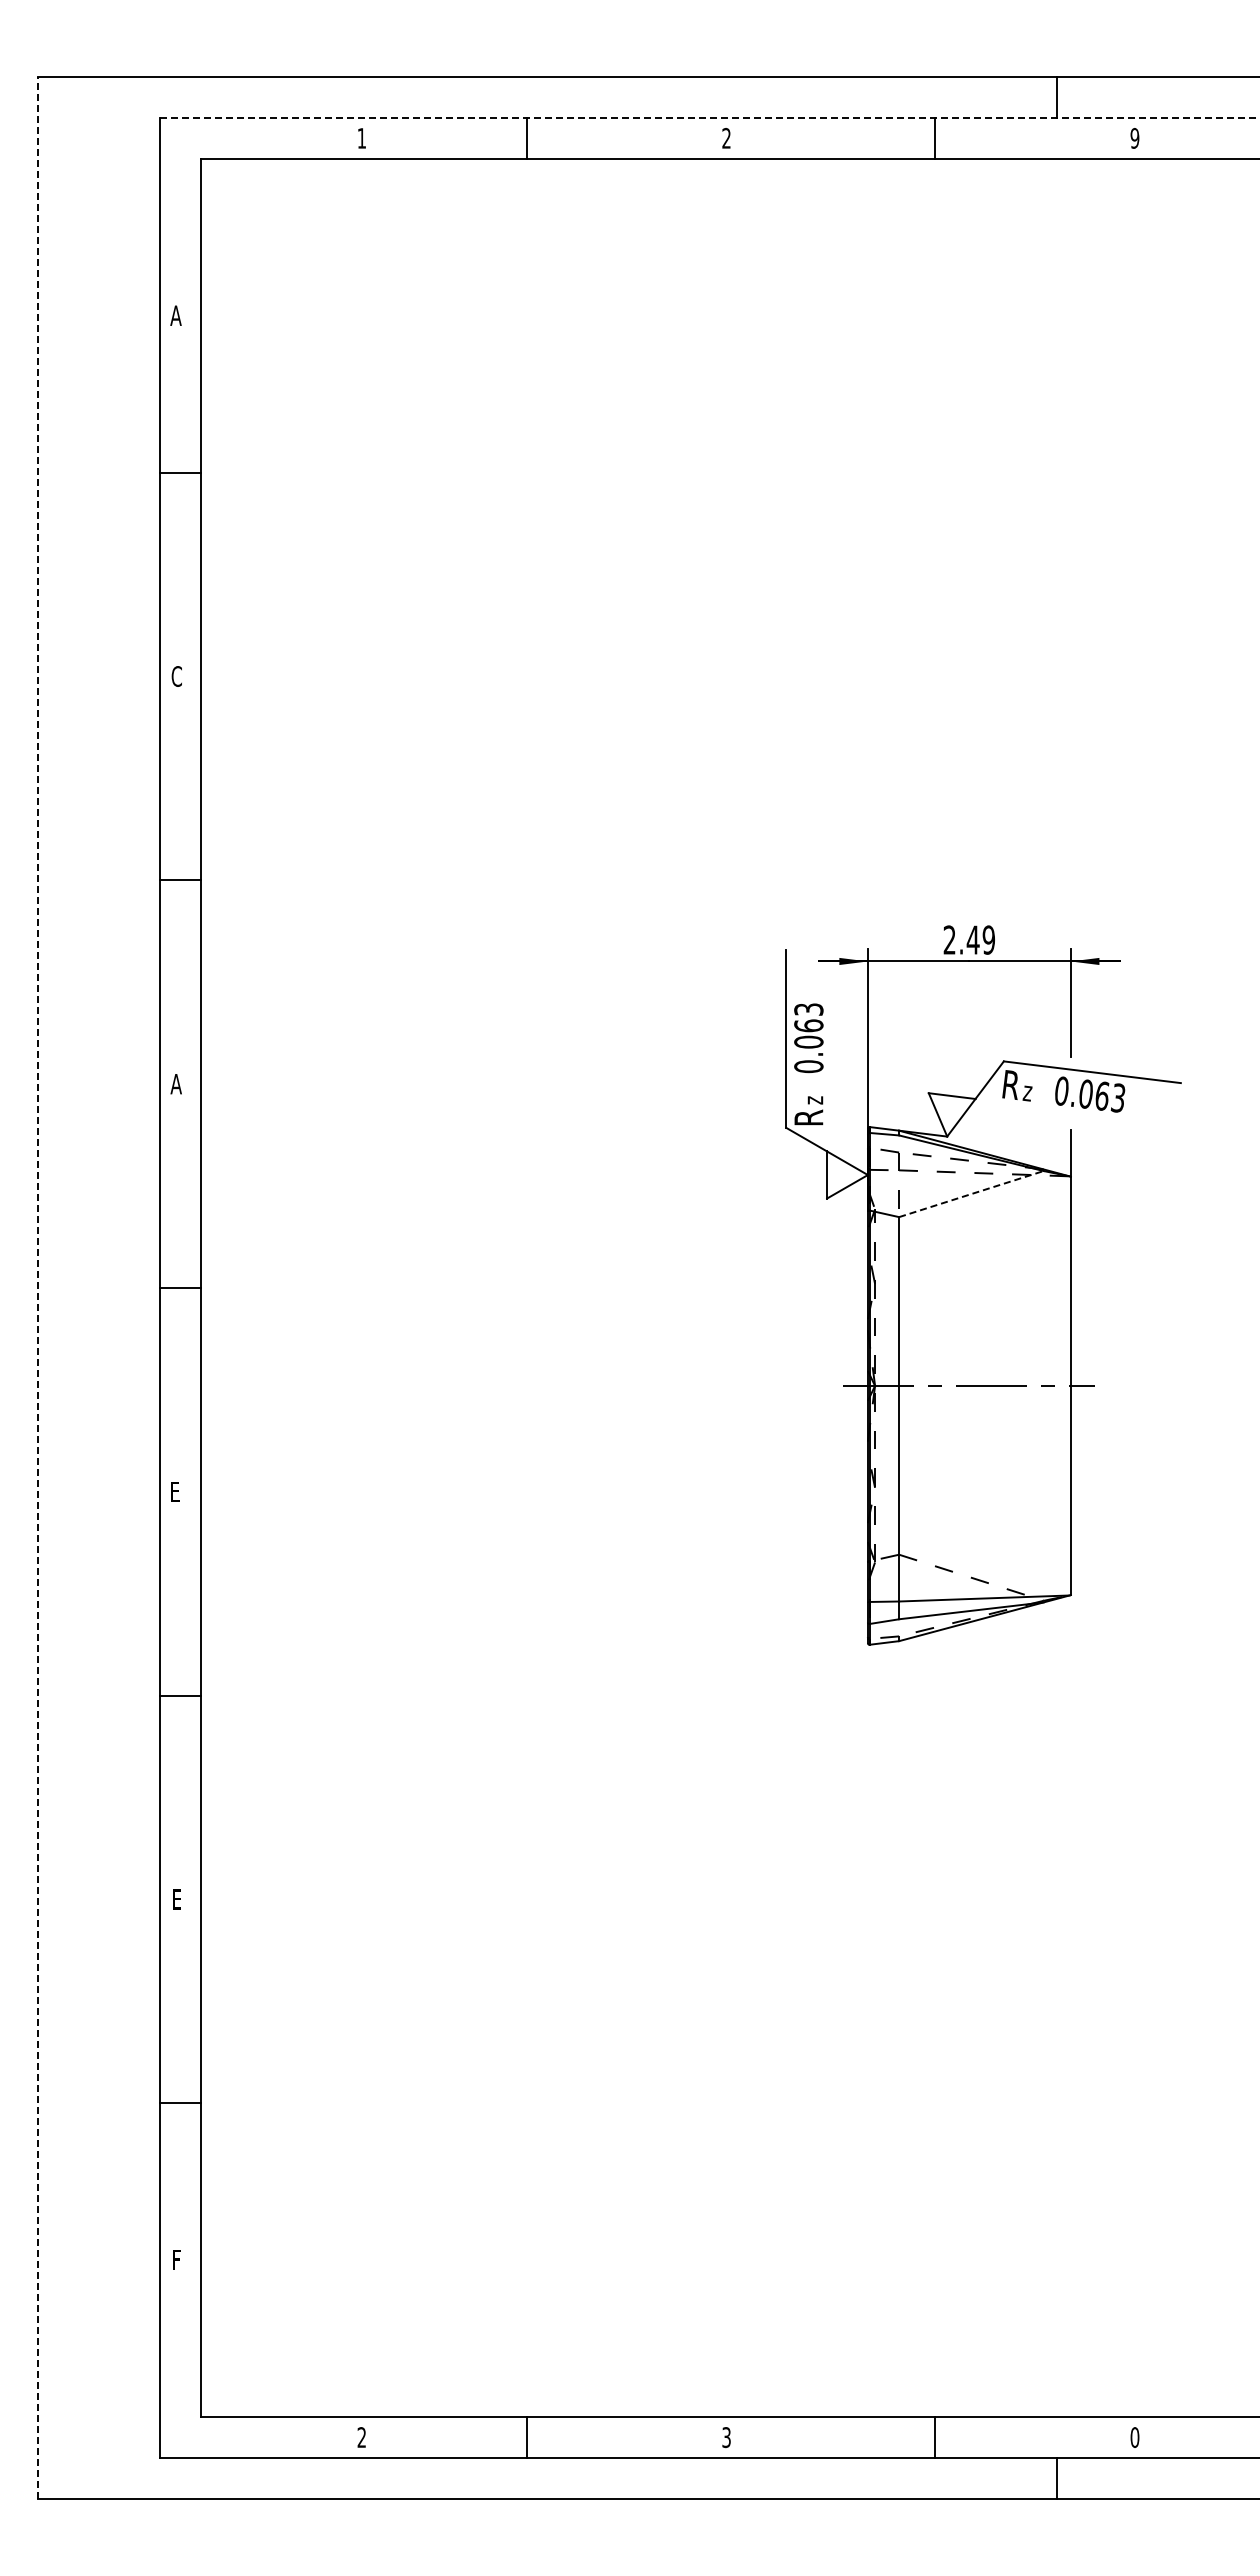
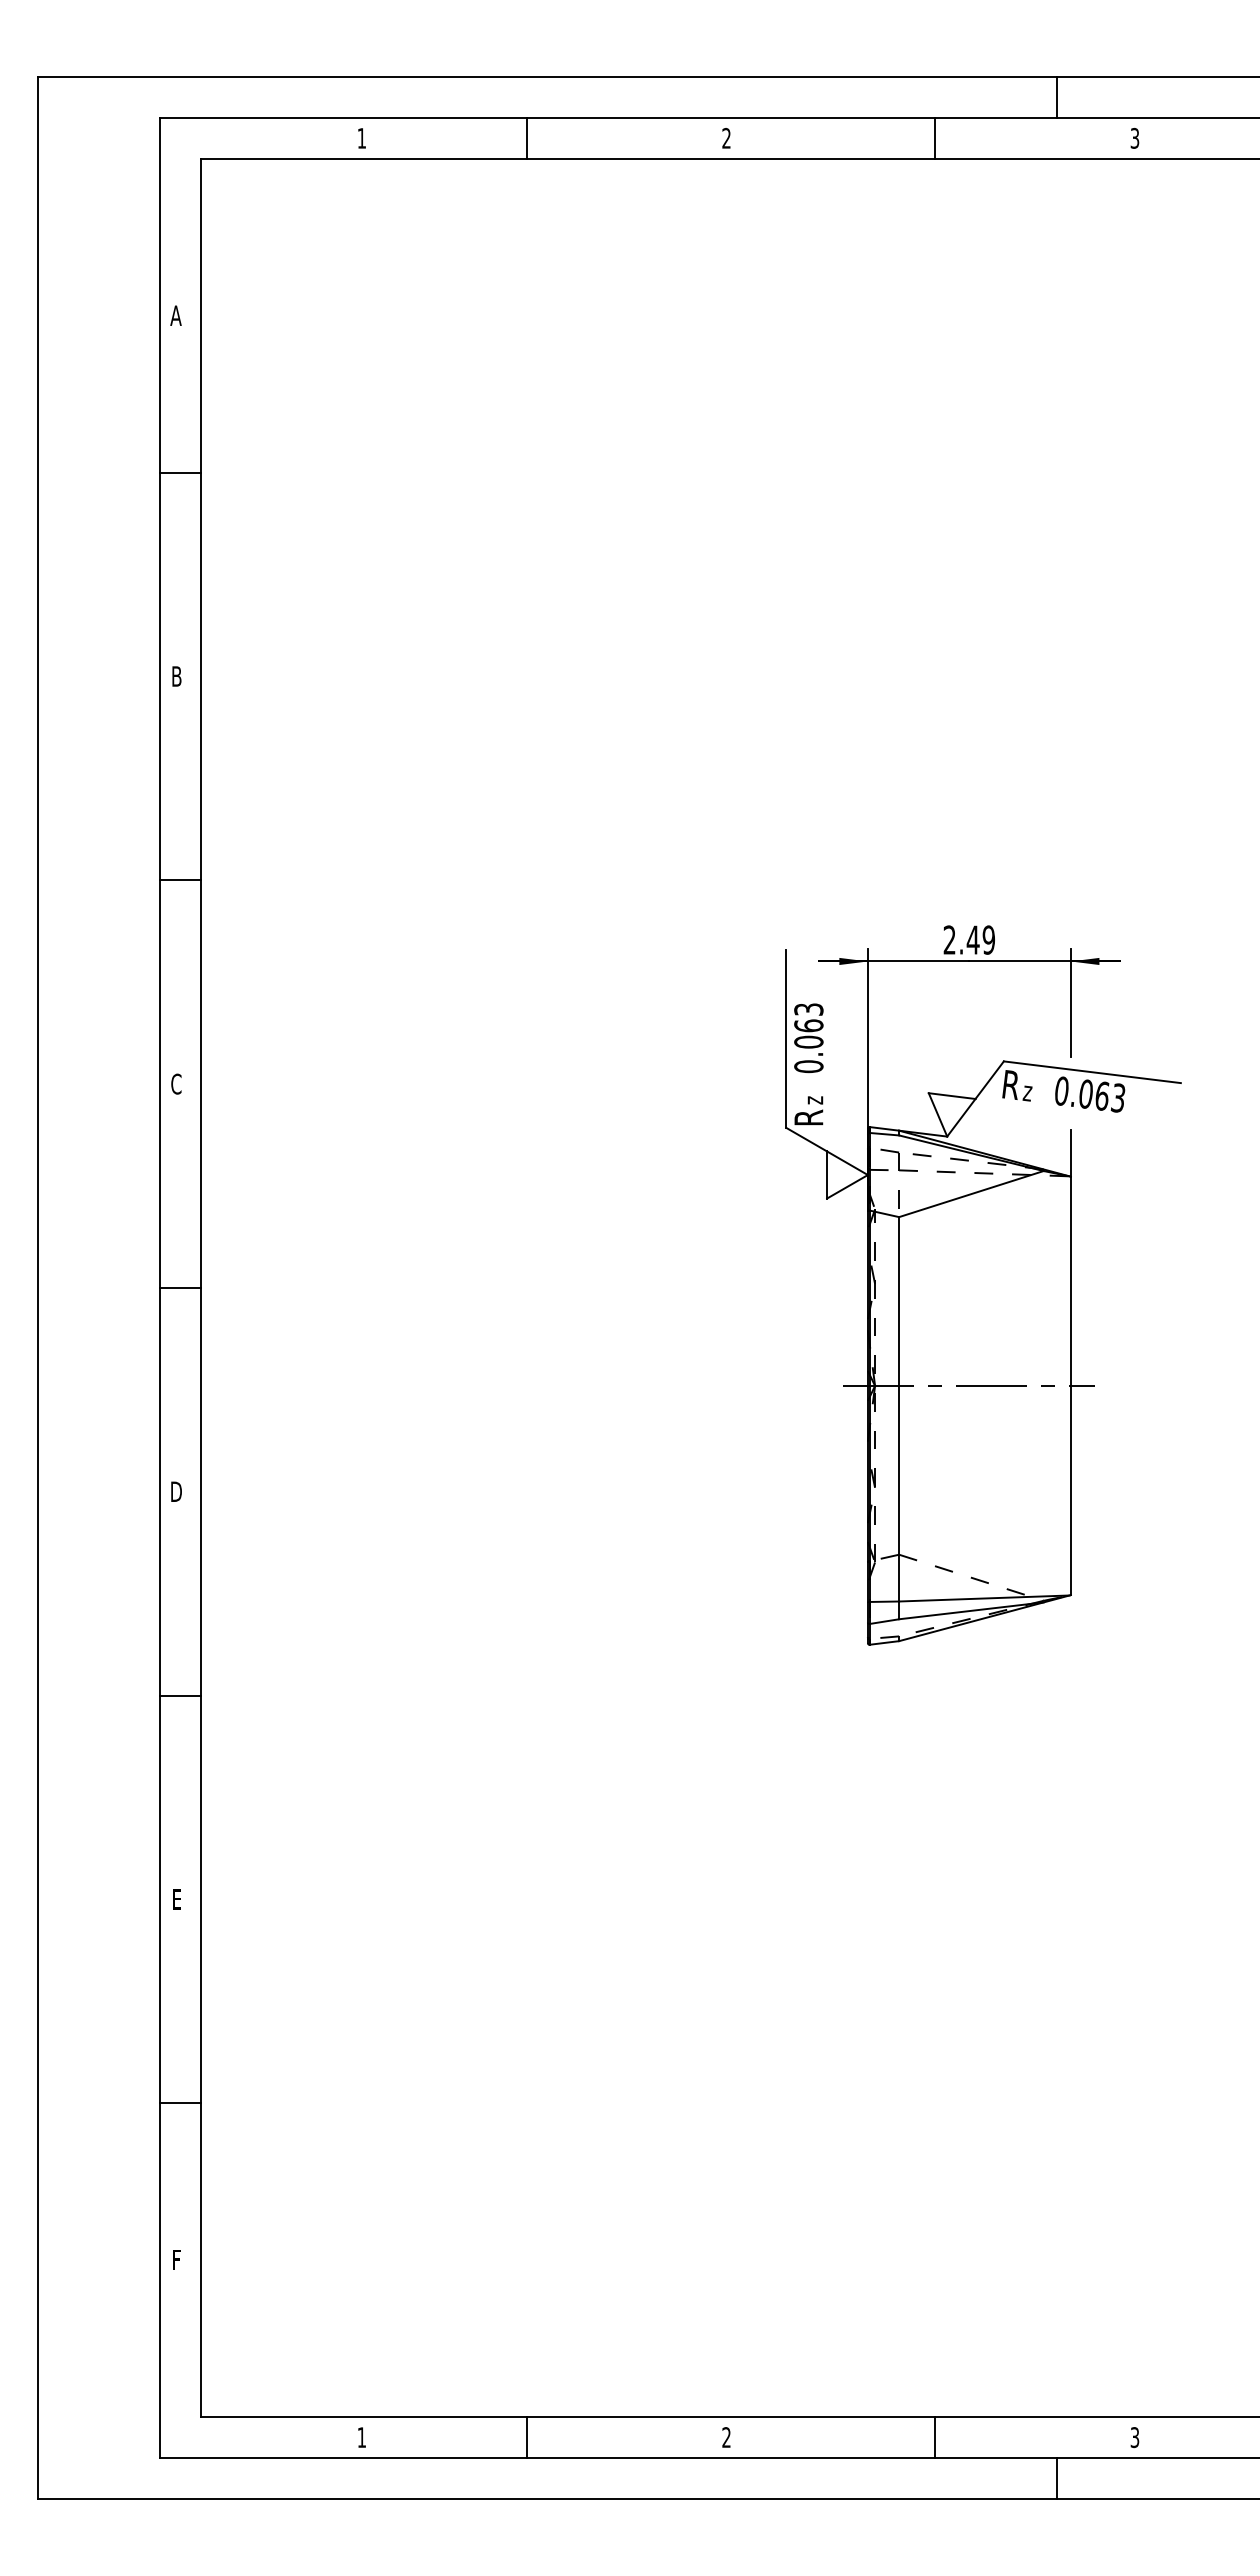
line at (710, 118): dashed -> solid
text at (1134, 138): 9 -> 3
text at (176, 676): C -> B
text at (175, 1083): A -> C
line at (971, 1194): dashed -> solid
line at (37, 1287): dashed -> solid
text at (176, 1491): E -> D
text at (361, 2437): 2 -> 1
text at (726, 2437): 3 -> 2
text at (1134, 2437): 0 -> 3
